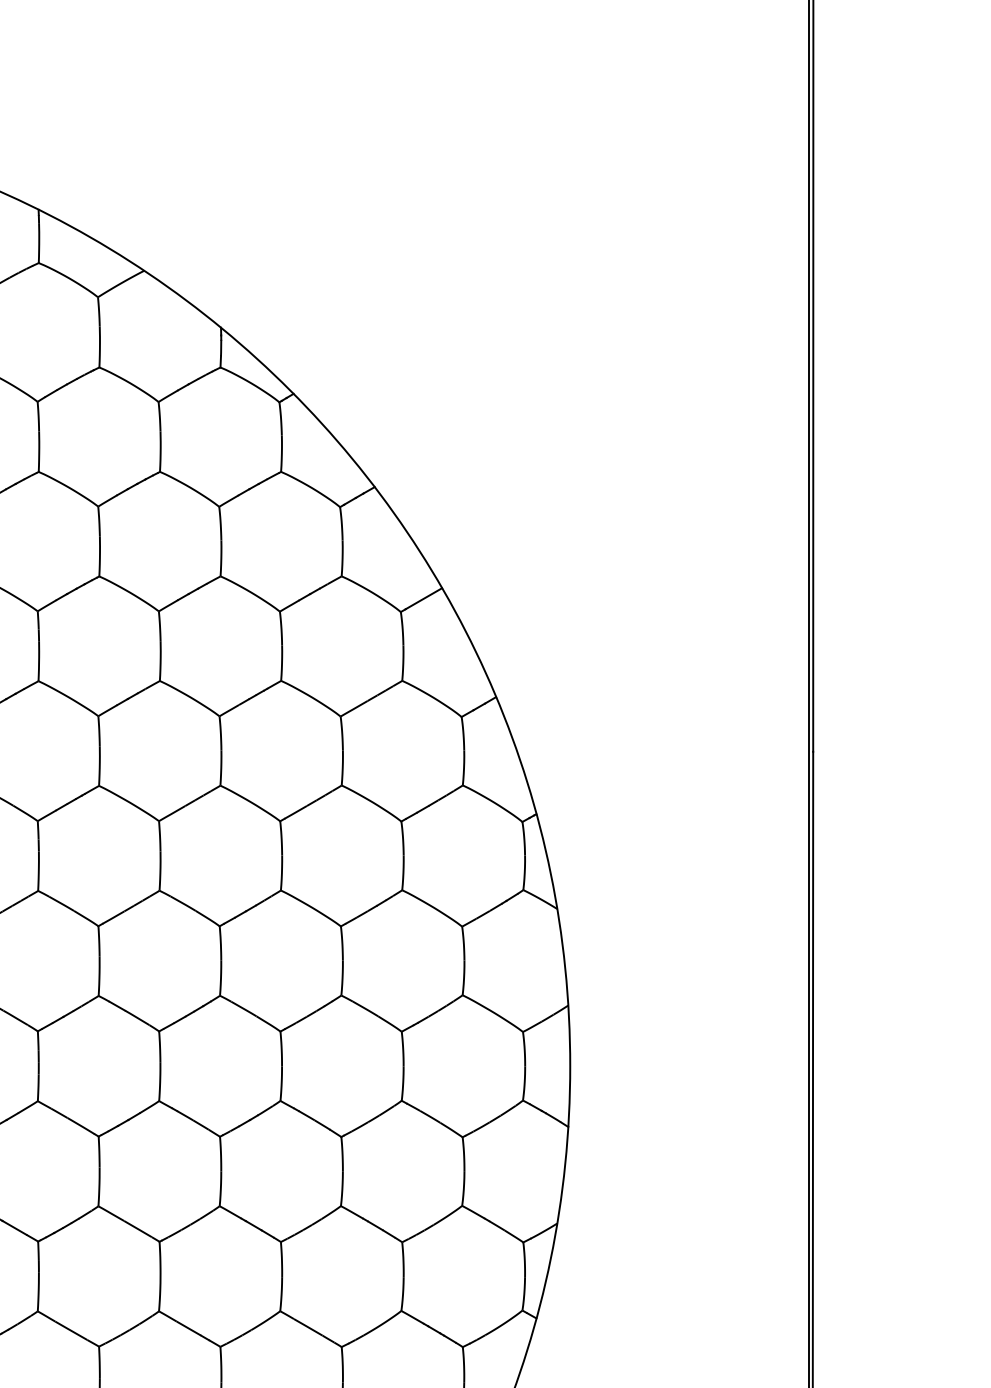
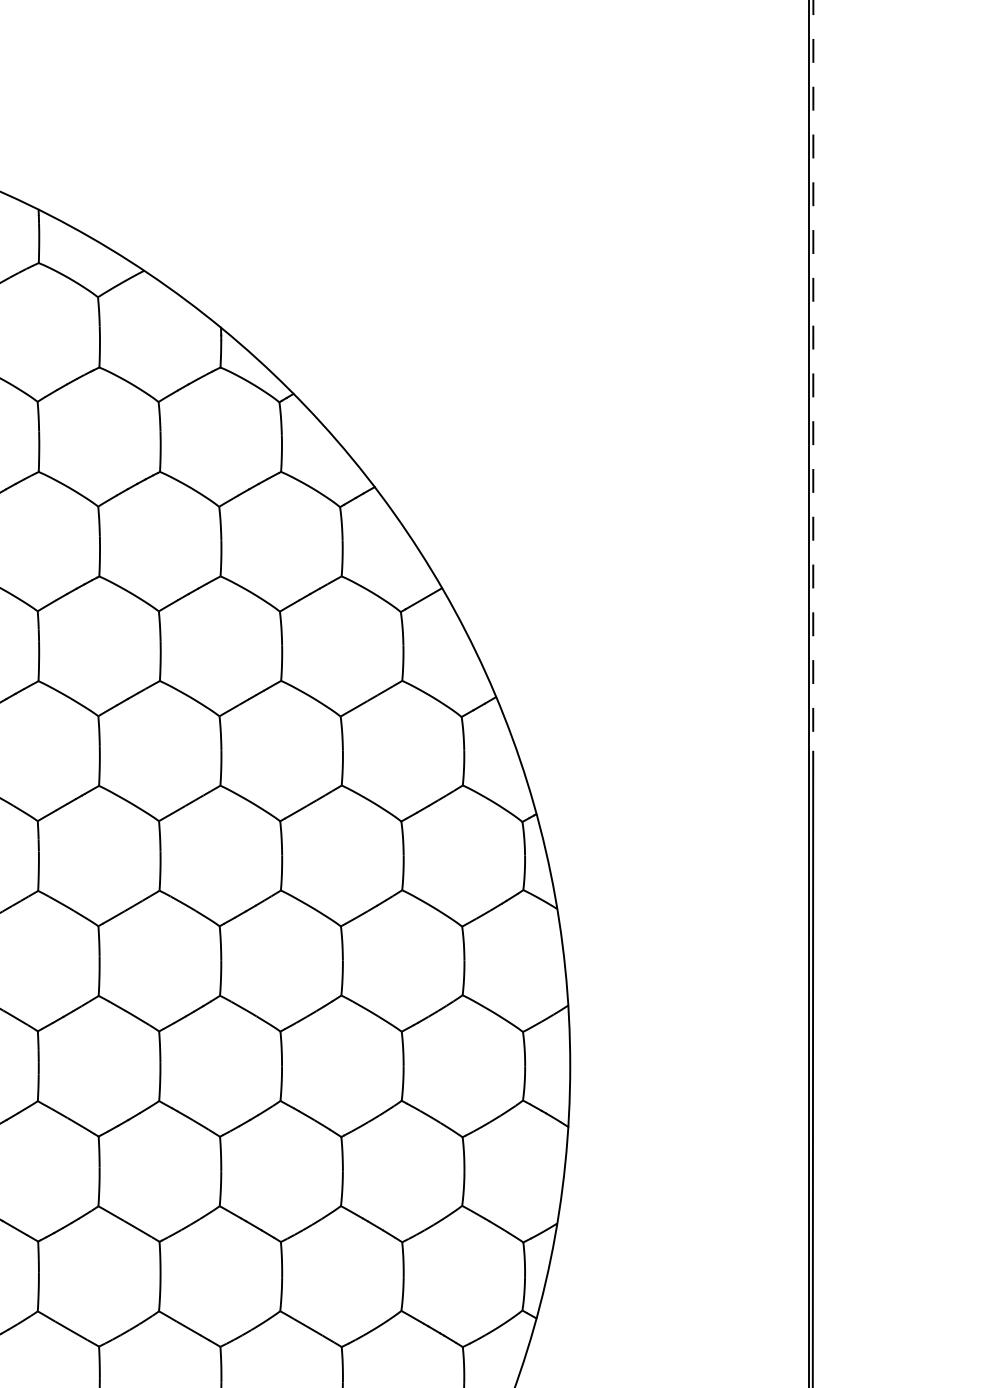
line at (813, 376): solid -> dashed
